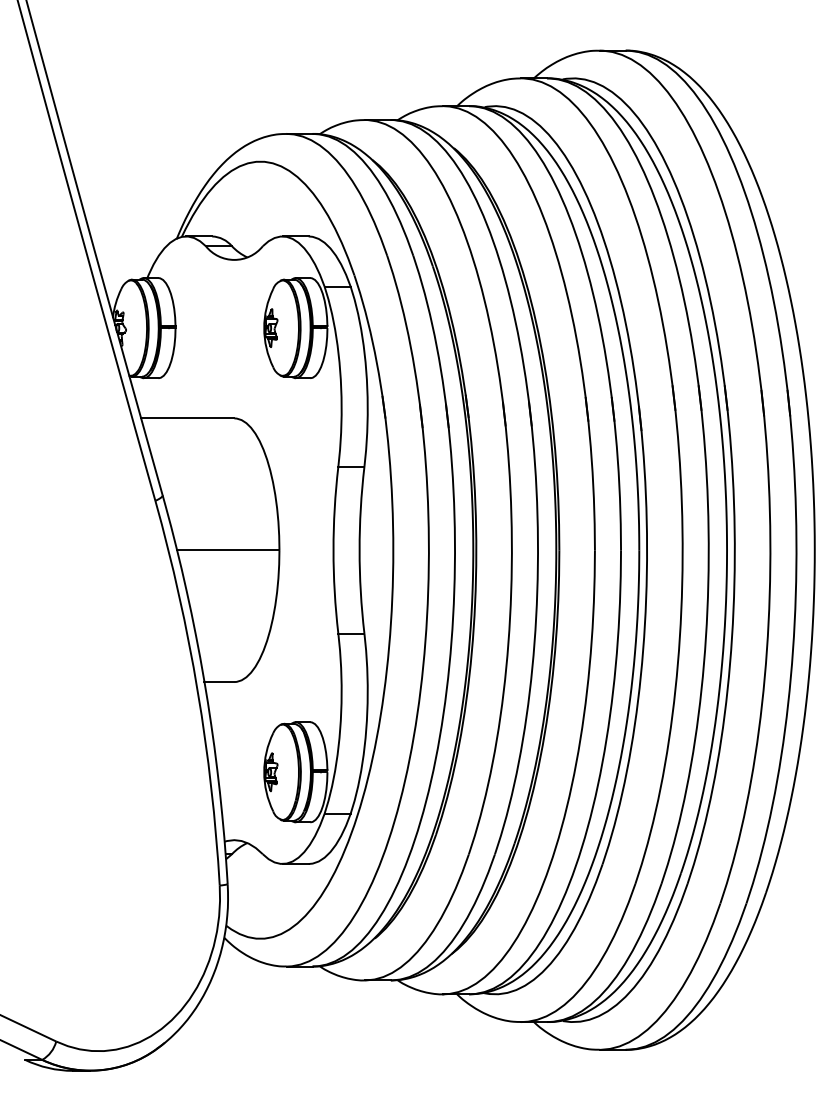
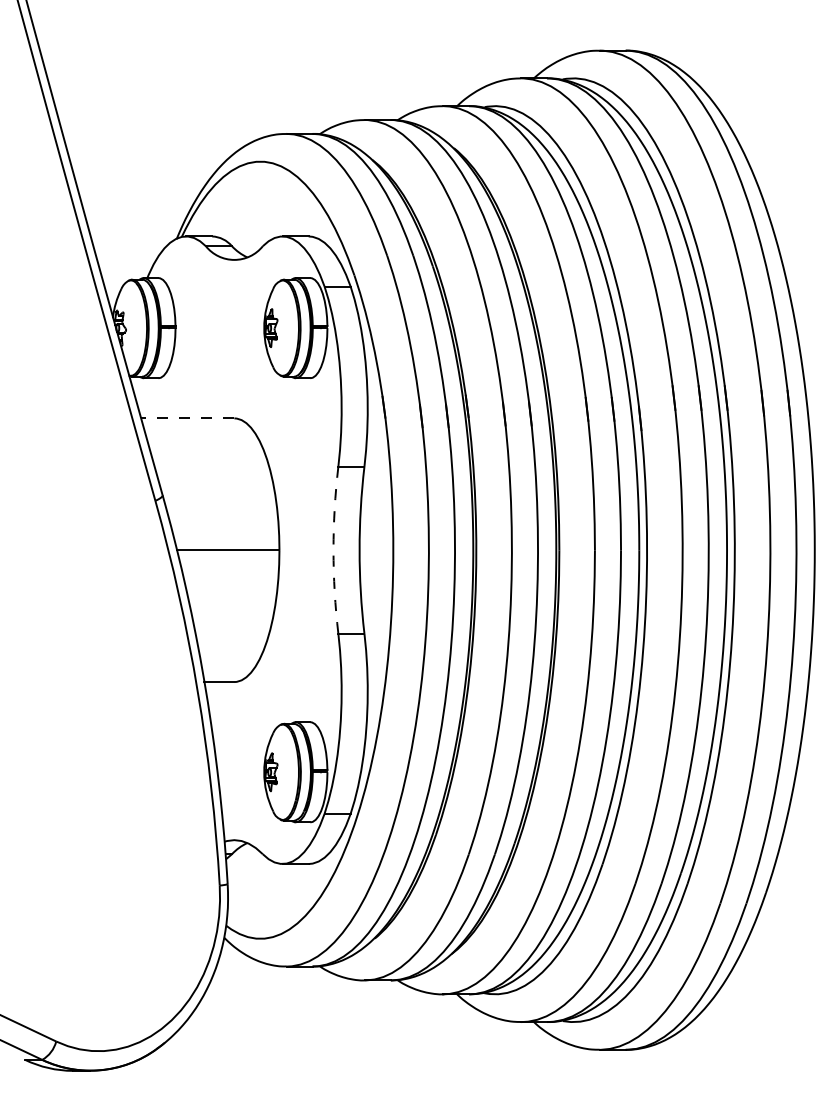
line at (187, 418): solid -> dashed
arc at (333, 550): solid -> dashed
